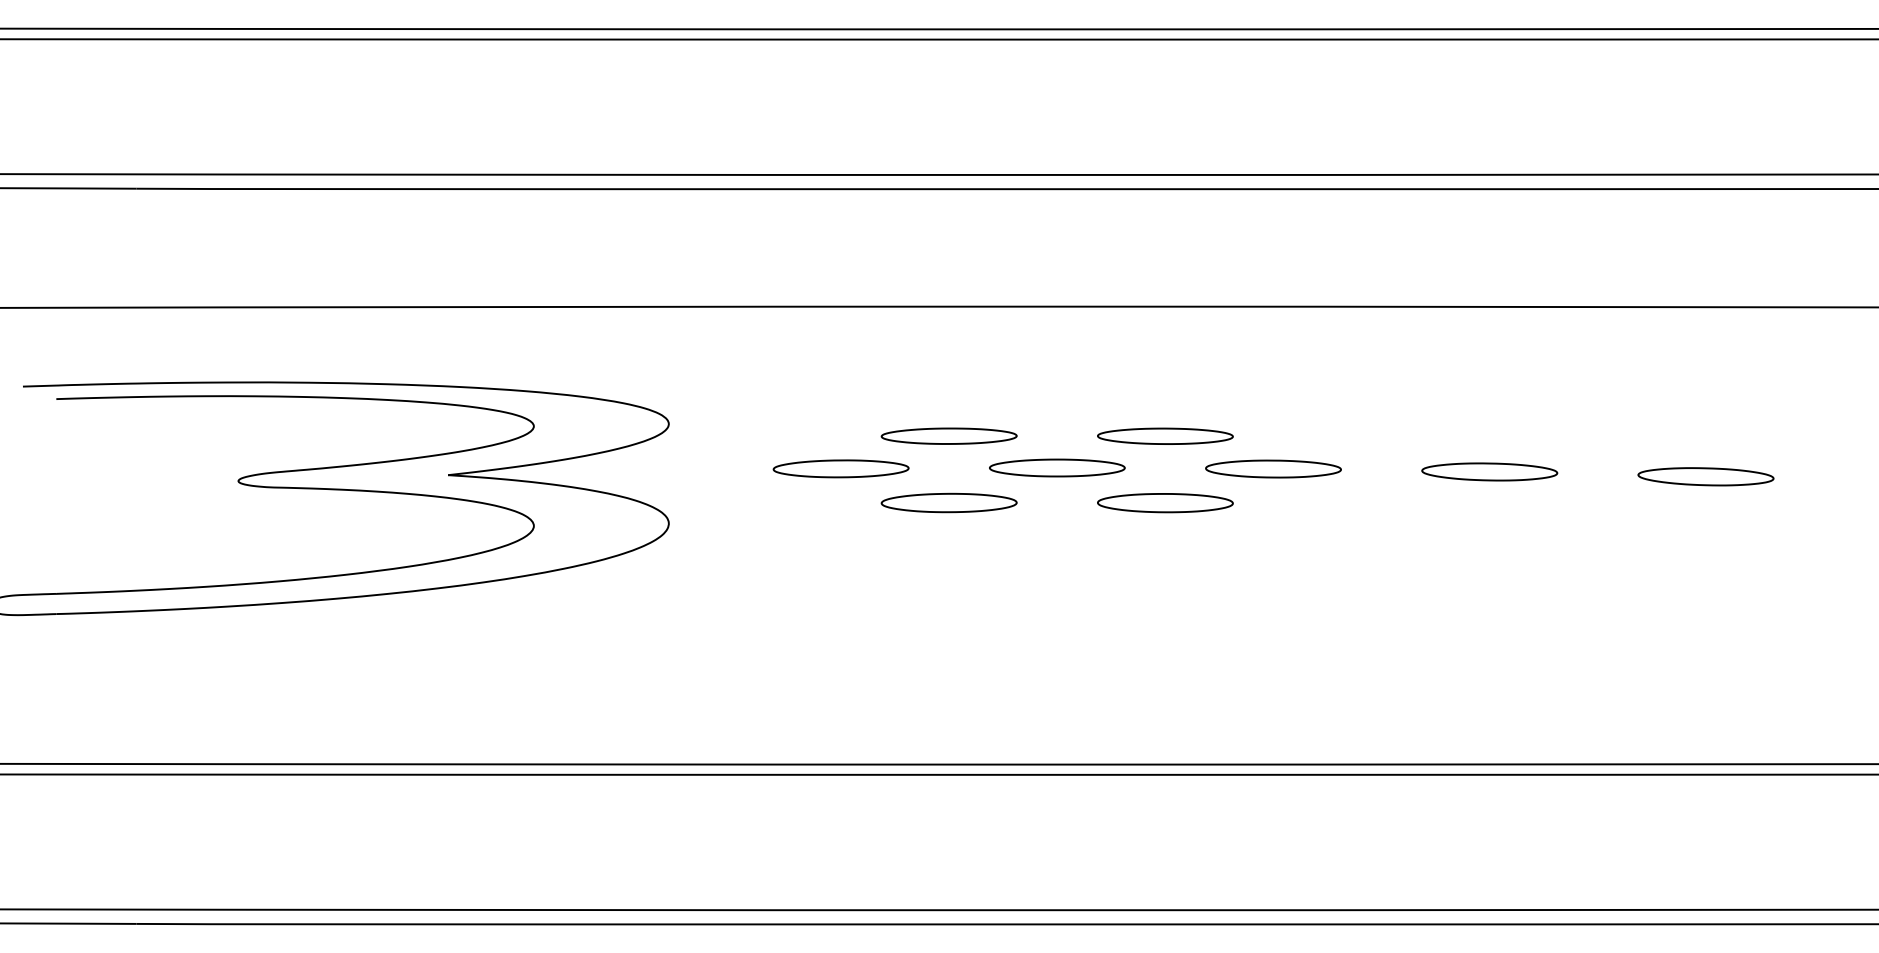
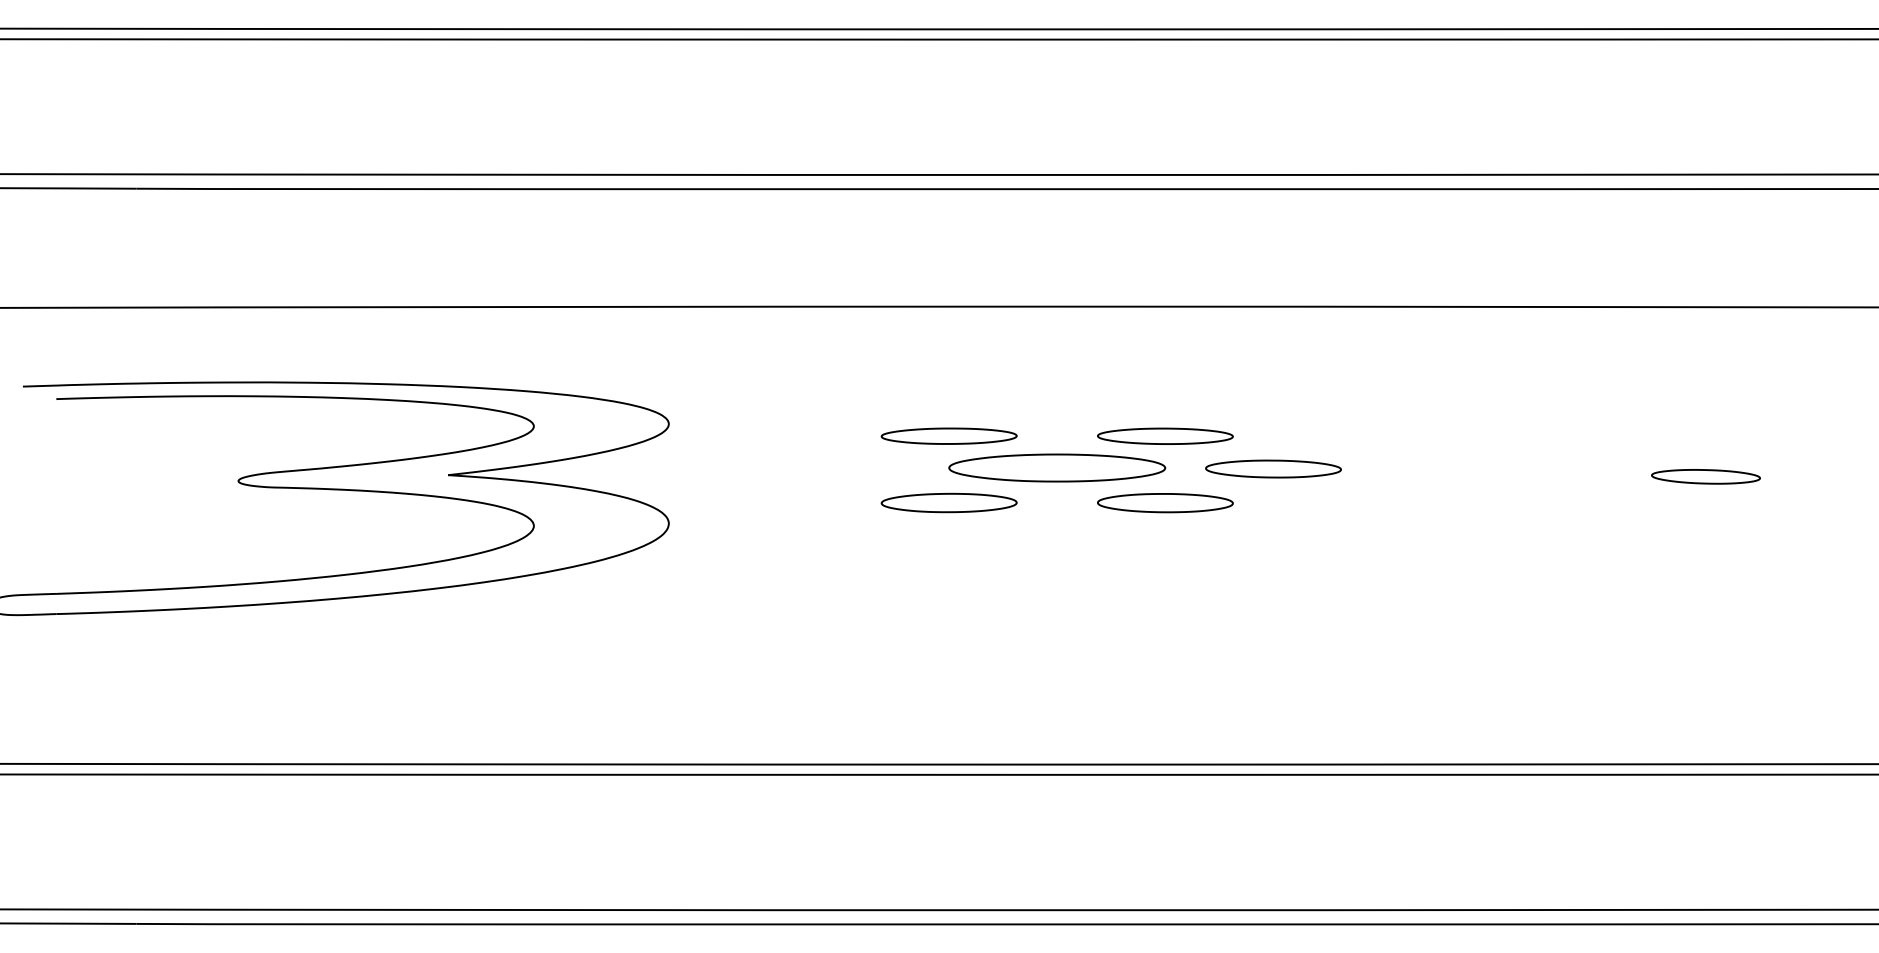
part at (1057, 467) size: 137x20 px -> 219x30 px
part at (840, 468): present -> none
part at (1489, 471): present -> none
part at (1705, 476) size: 138x20 px -> 110x16 px
